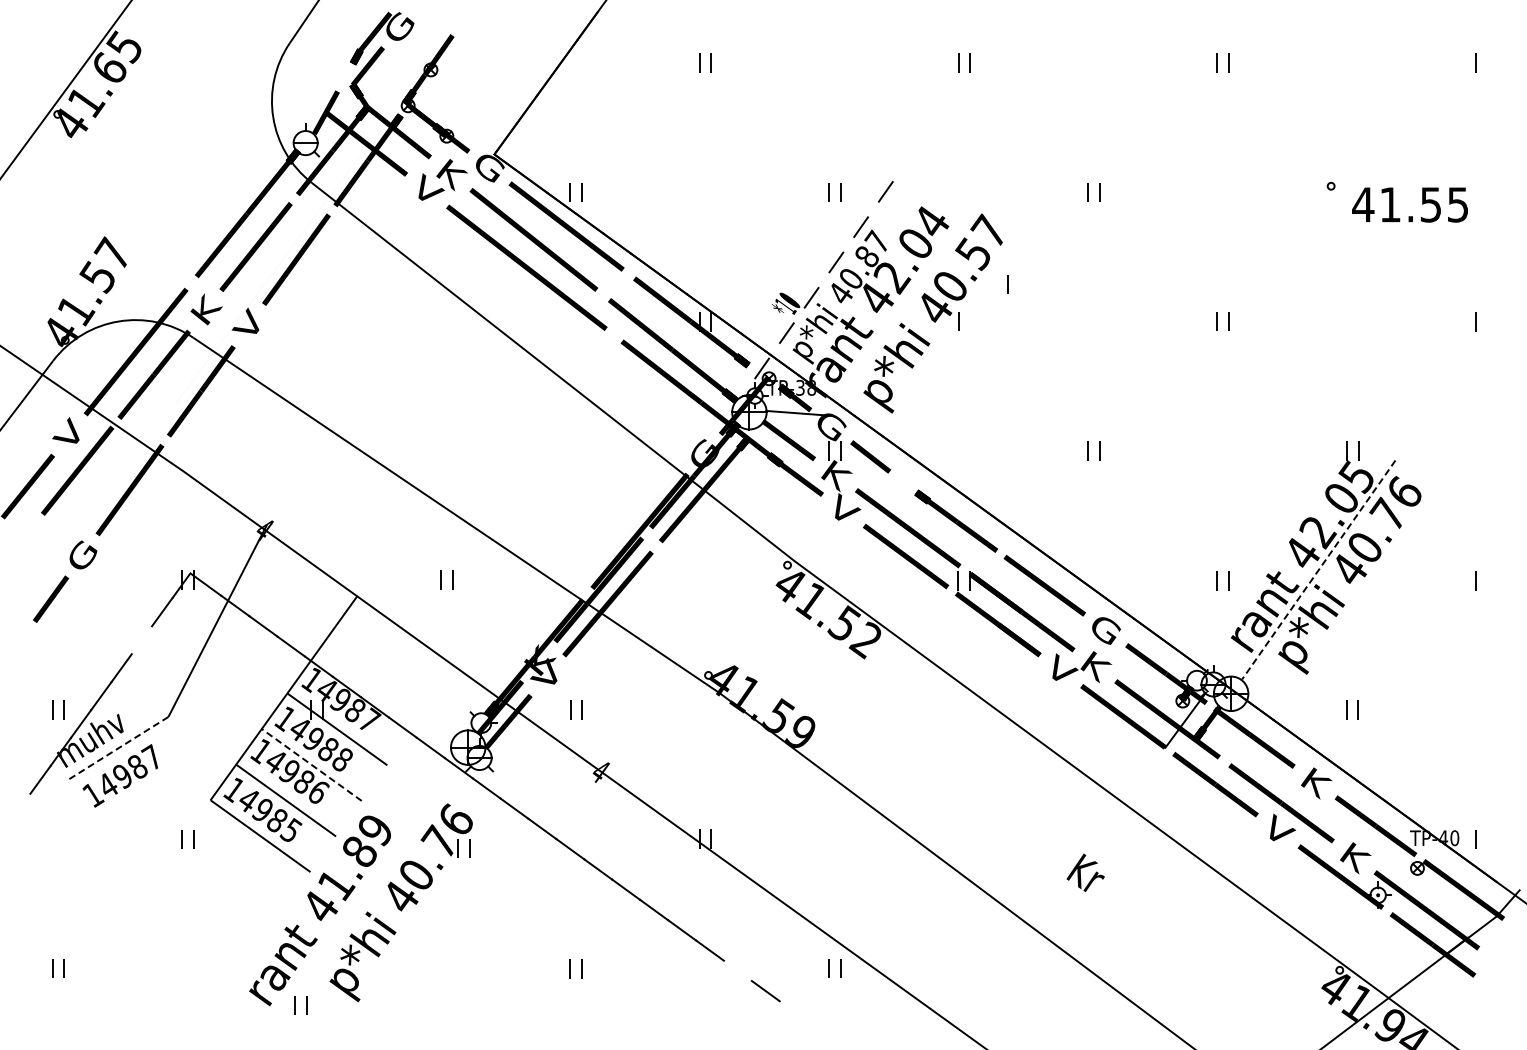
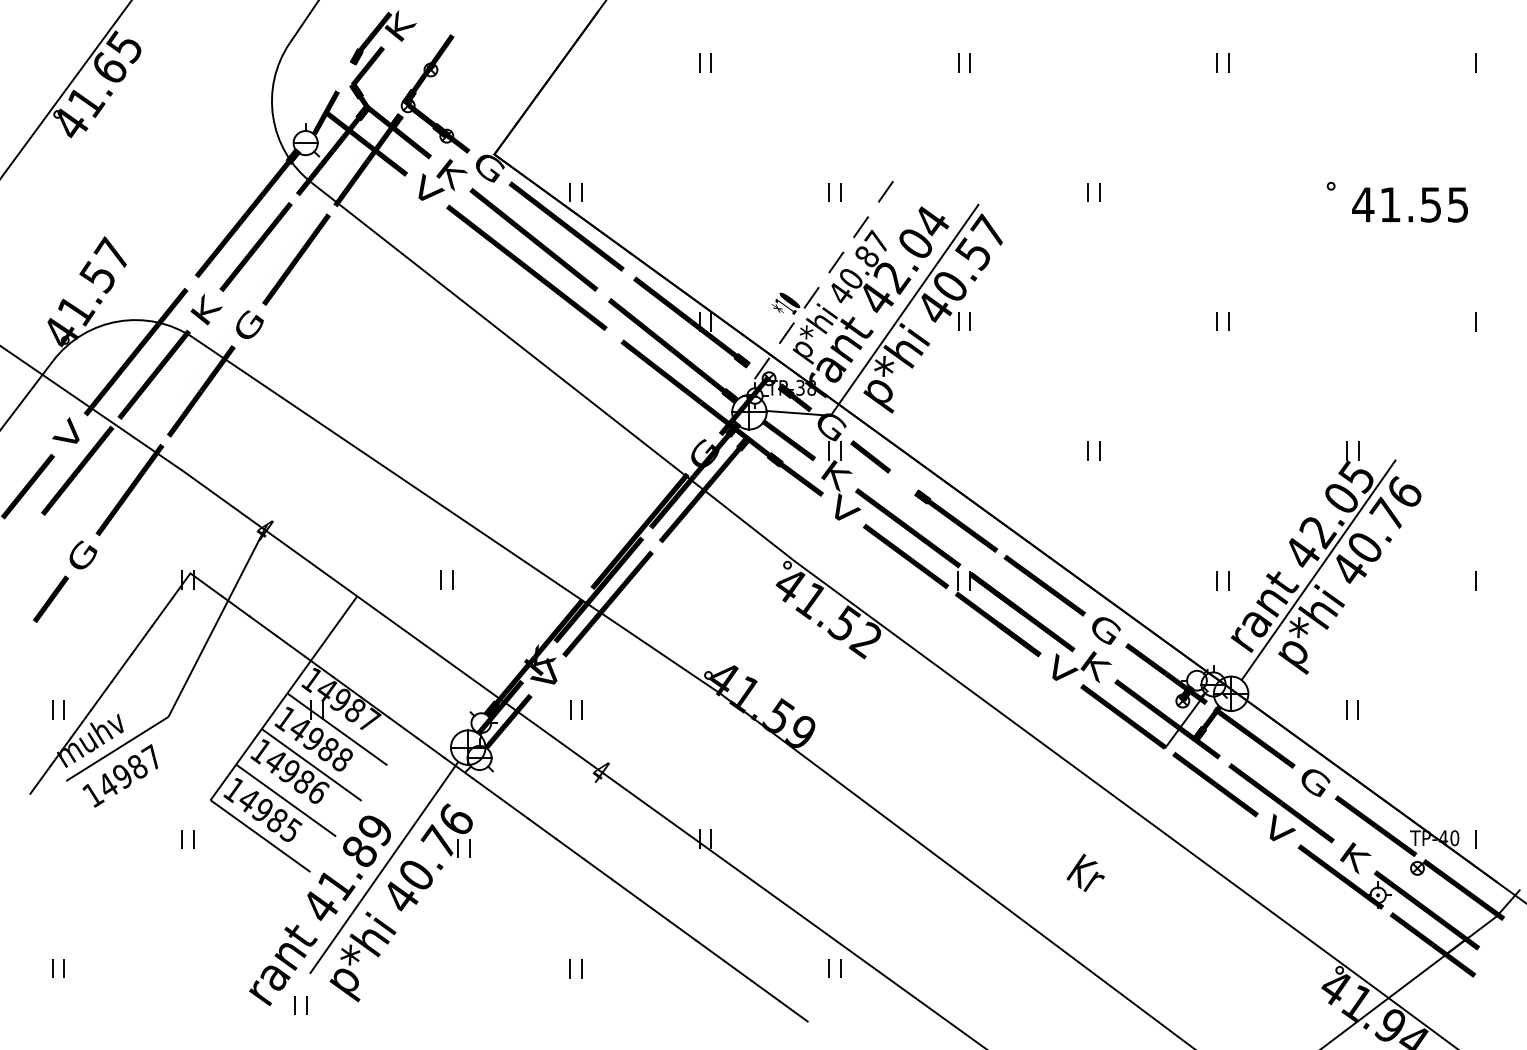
text at (400, 25): G -> K
line at (1007, 284) position: (1007, 284) -> (969, 321)
line at (904, 309): none -> present
text at (247, 322): V -> G
line at (1318, 569): dashed -> solid
line at (141, 640): none -> present
line at (116, 749): dashed -> solid
line at (311, 764): dashed -> solid
text at (1316, 783): K -> G
line at (384, 867): none -> present
line at (737, 970): none -> present
line at (793, 1011): none -> present
